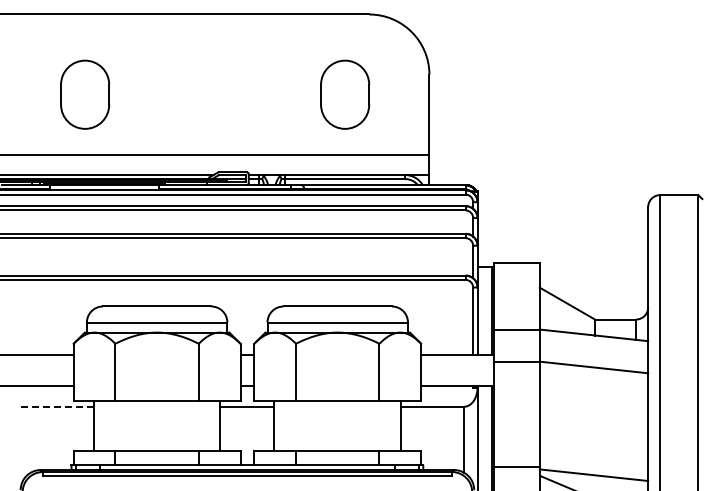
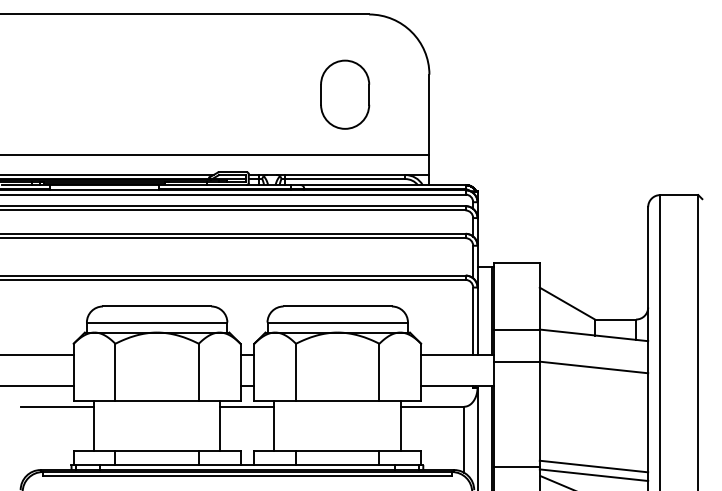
part at (85, 94): present -> none
line at (57, 406): dashed -> solid
line at (593, 466): none -> present
